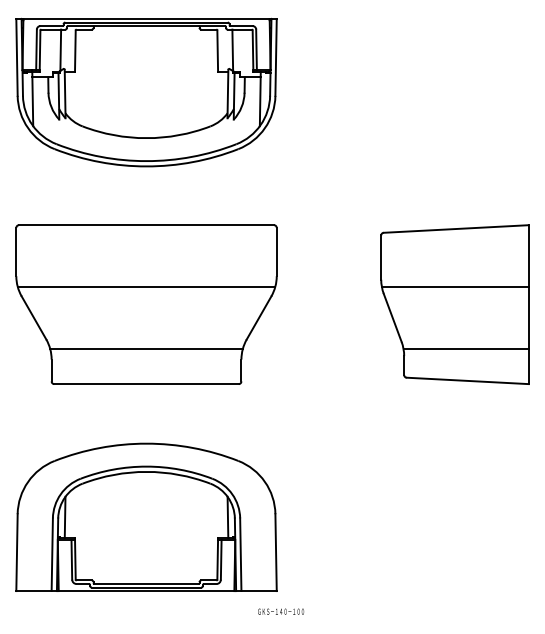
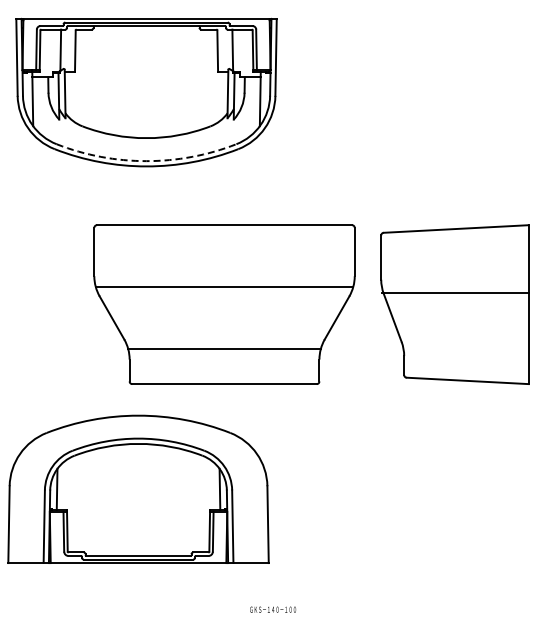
arc at (146, 161): solid -> dashed
line at (454, 287) position: (454, 287) -> (454, 293)
part at (146, 304) position: (146, 304) -> (224, 304)
line at (465, 348): present -> none
part at (146, 516) position: (146, 516) -> (138, 488)
text at (281, 611) position: (281, 611) -> (273, 609)
